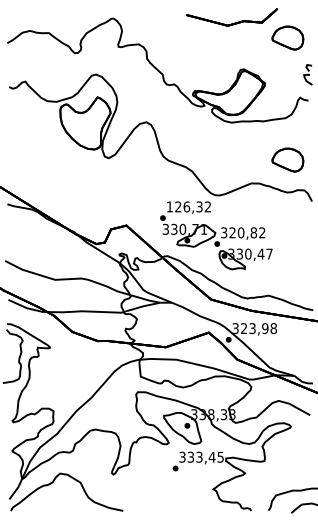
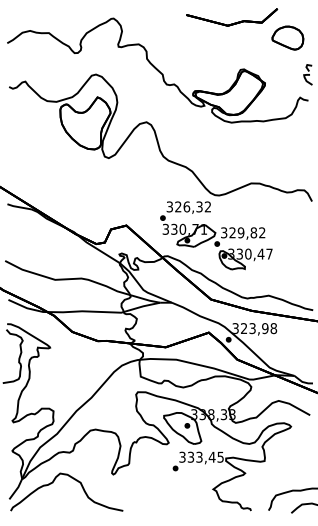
part at (287, 159): present -> none
text at (169, 206): 126,32 -> 326,32
text at (240, 232): 320,82 -> 329,82
